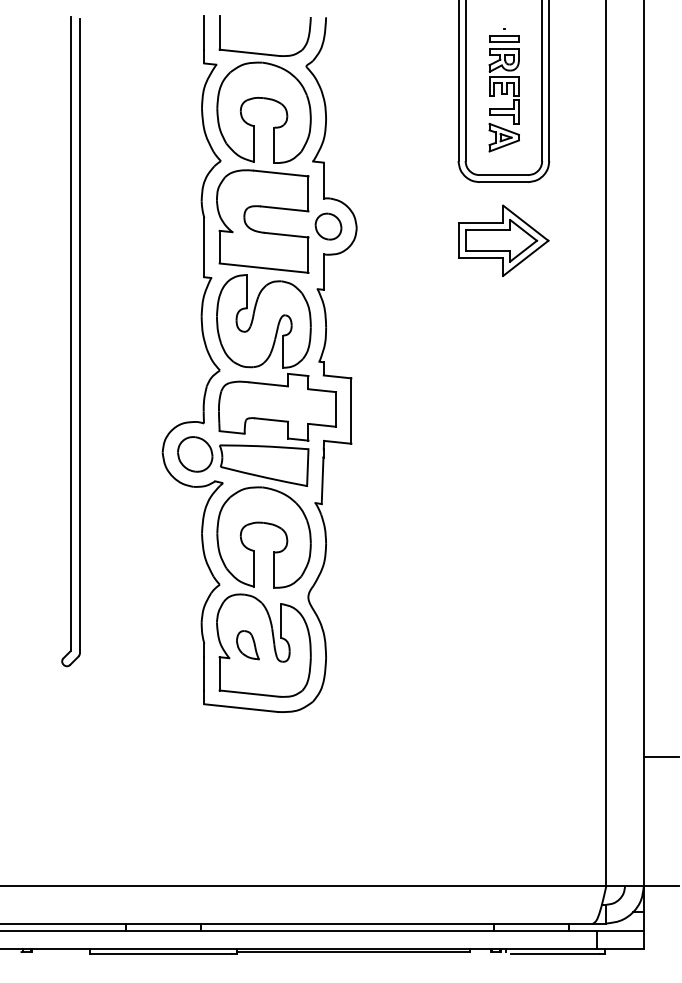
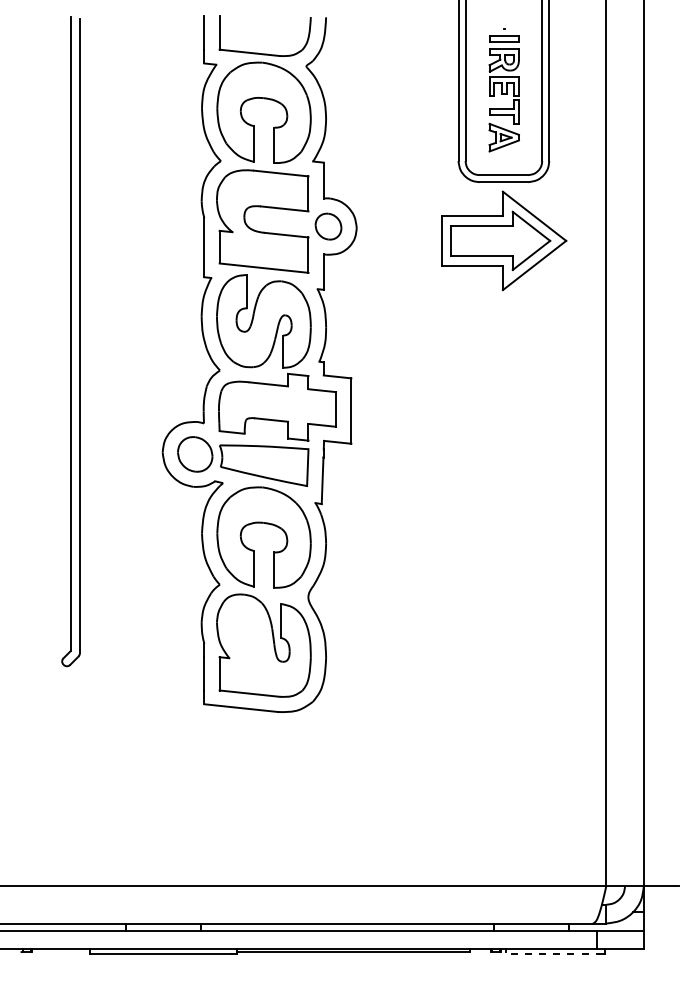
part at (503, 240) size: 92x73 px -> 127x102 px
part at (247, 645): present -> none
line at (660, 757): present -> none
line at (555, 953): solid -> dashed
